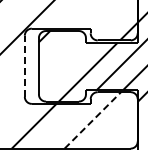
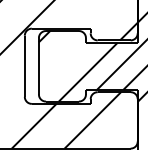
line at (24, 66): dashed -> solid
line at (92, 120): dashed -> solid
